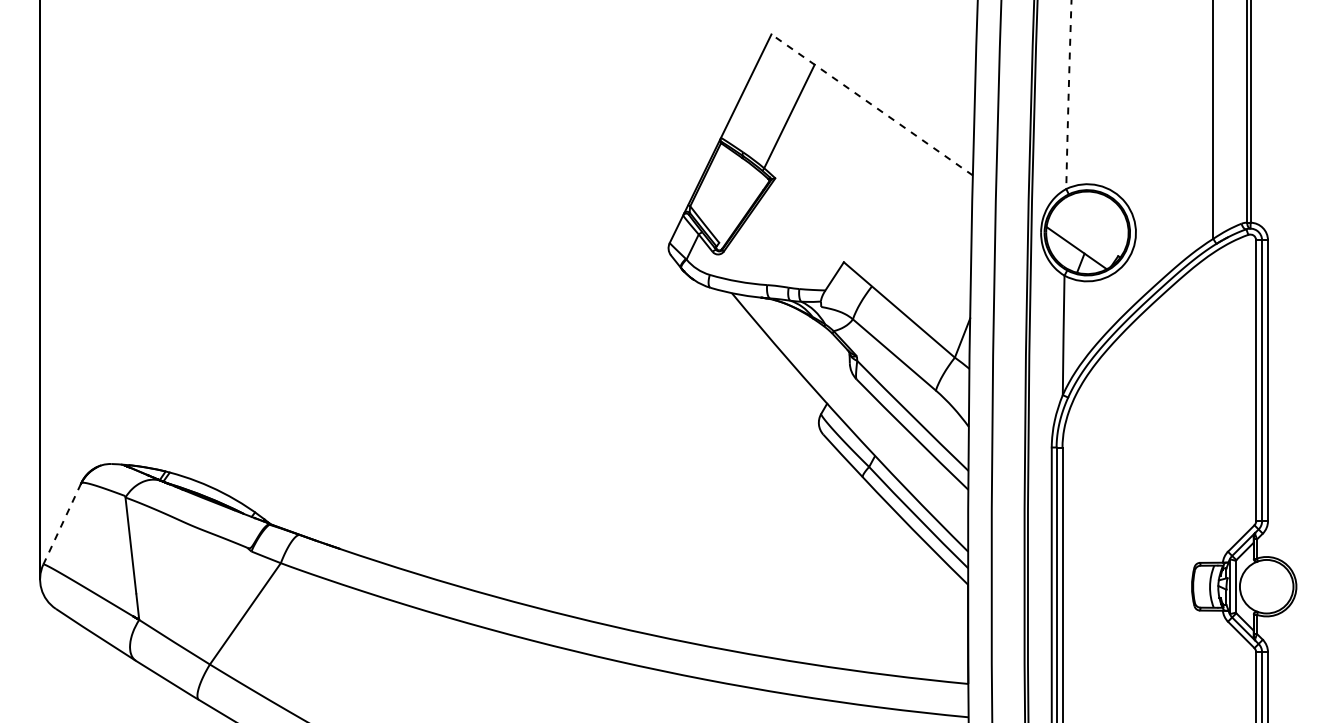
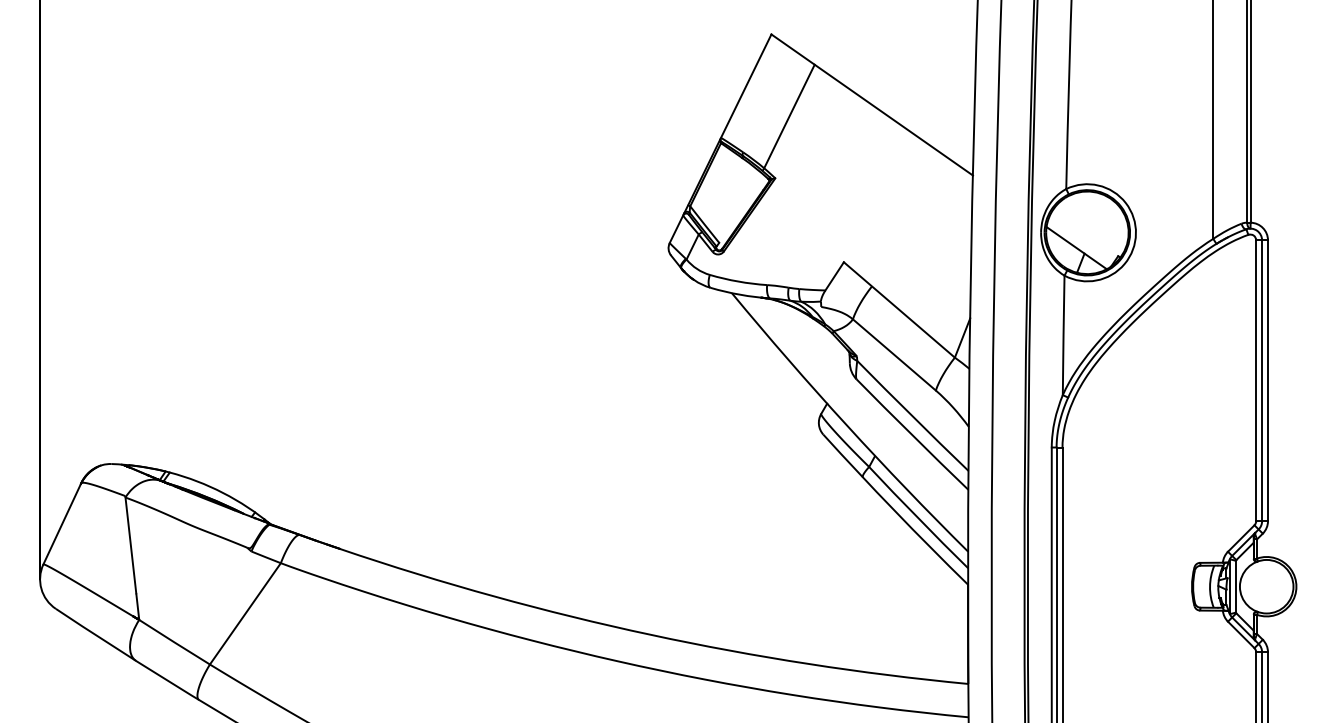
arc at (1068, 94): dashed -> solid
line at (871, 104): dashed -> solid
line at (62, 524): dashed -> solid
